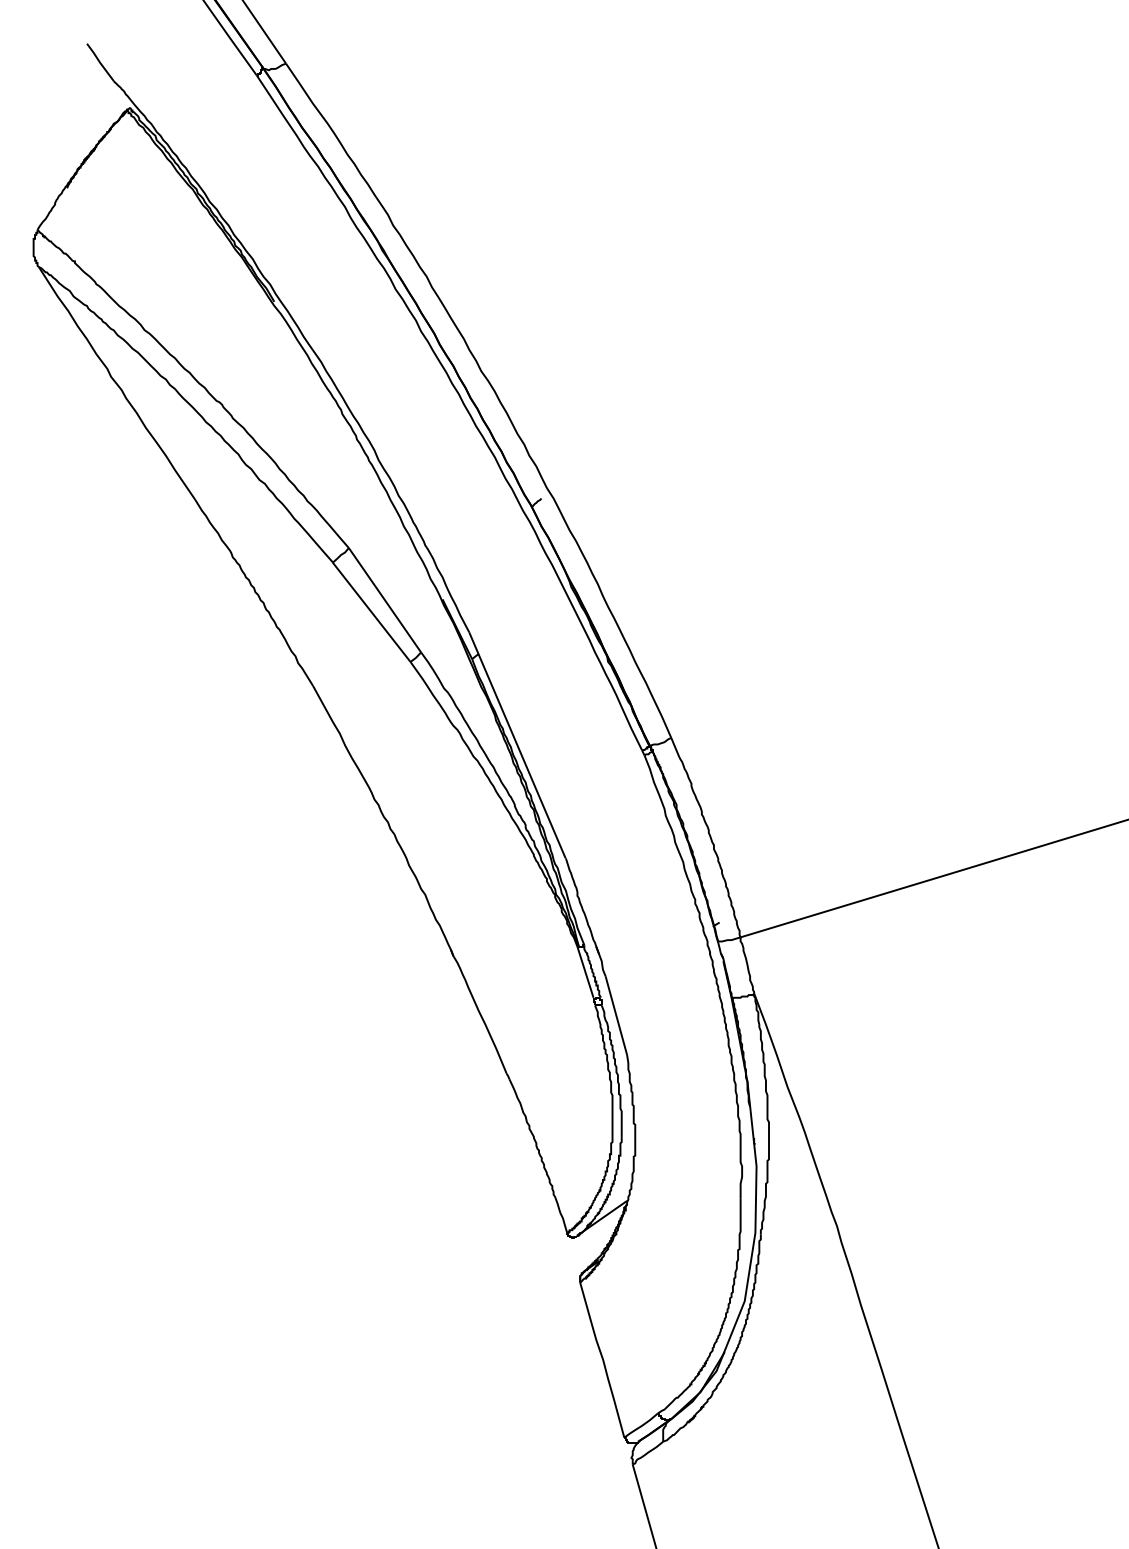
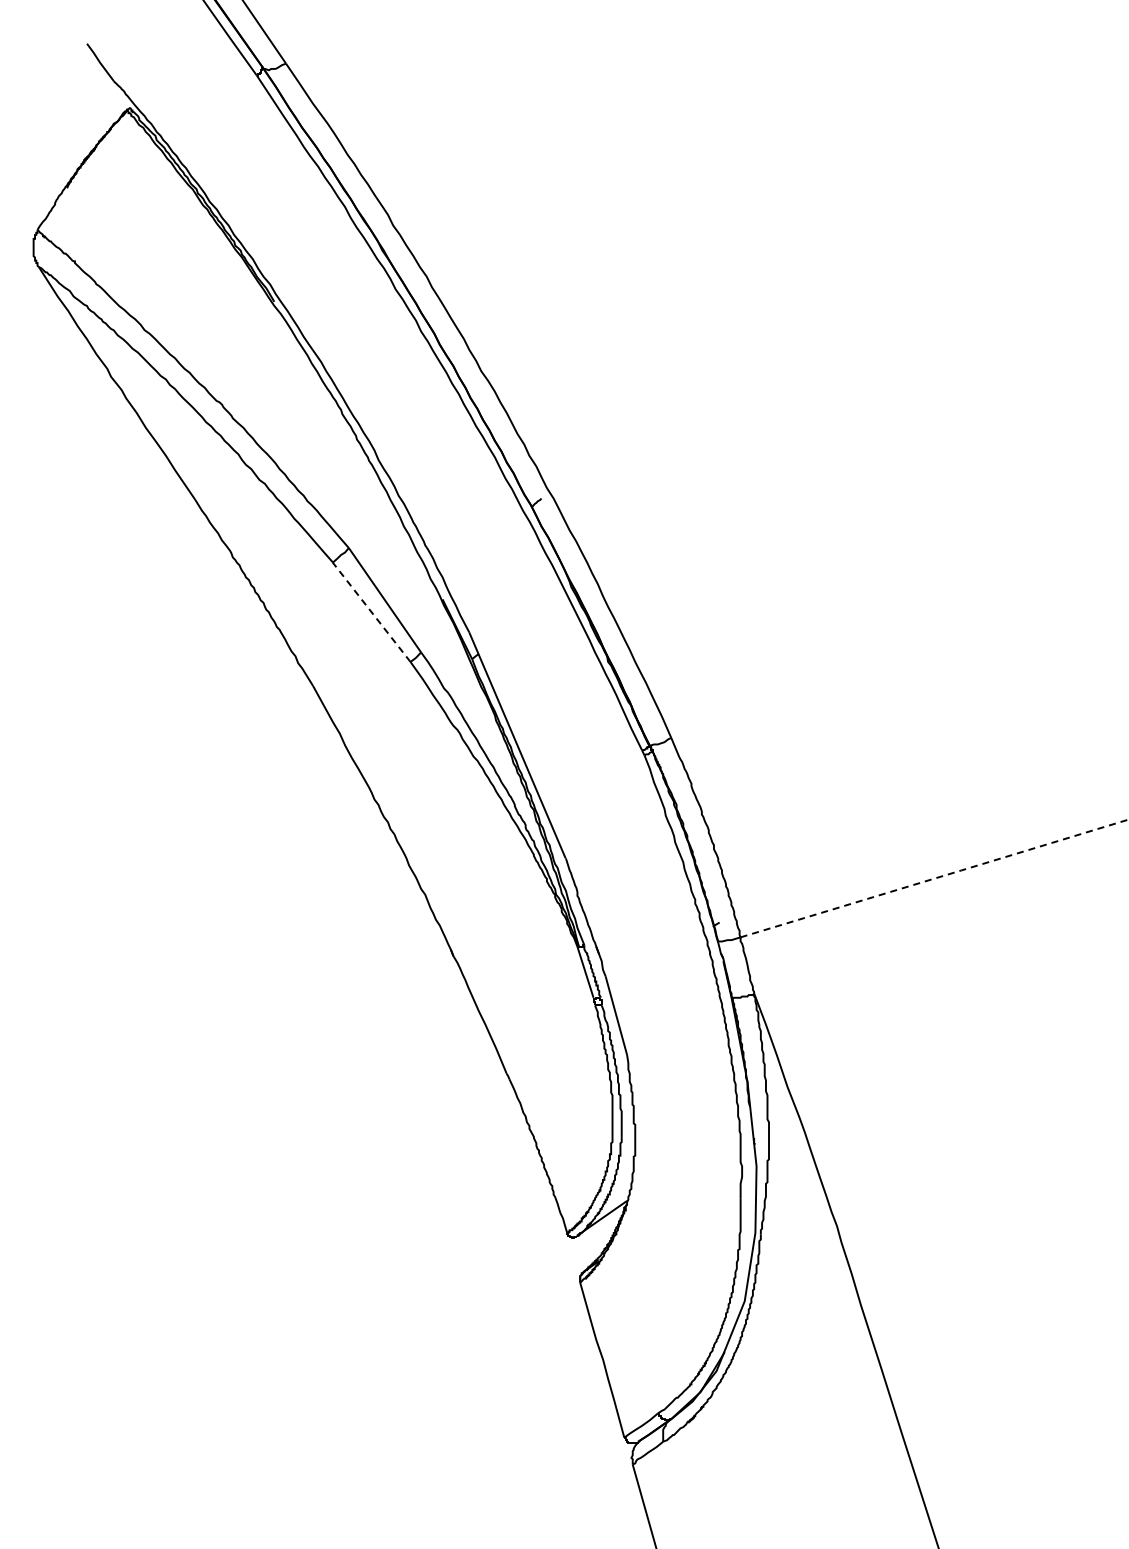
line at (371, 611): solid -> dashed
line at (935, 878): solid -> dashed
